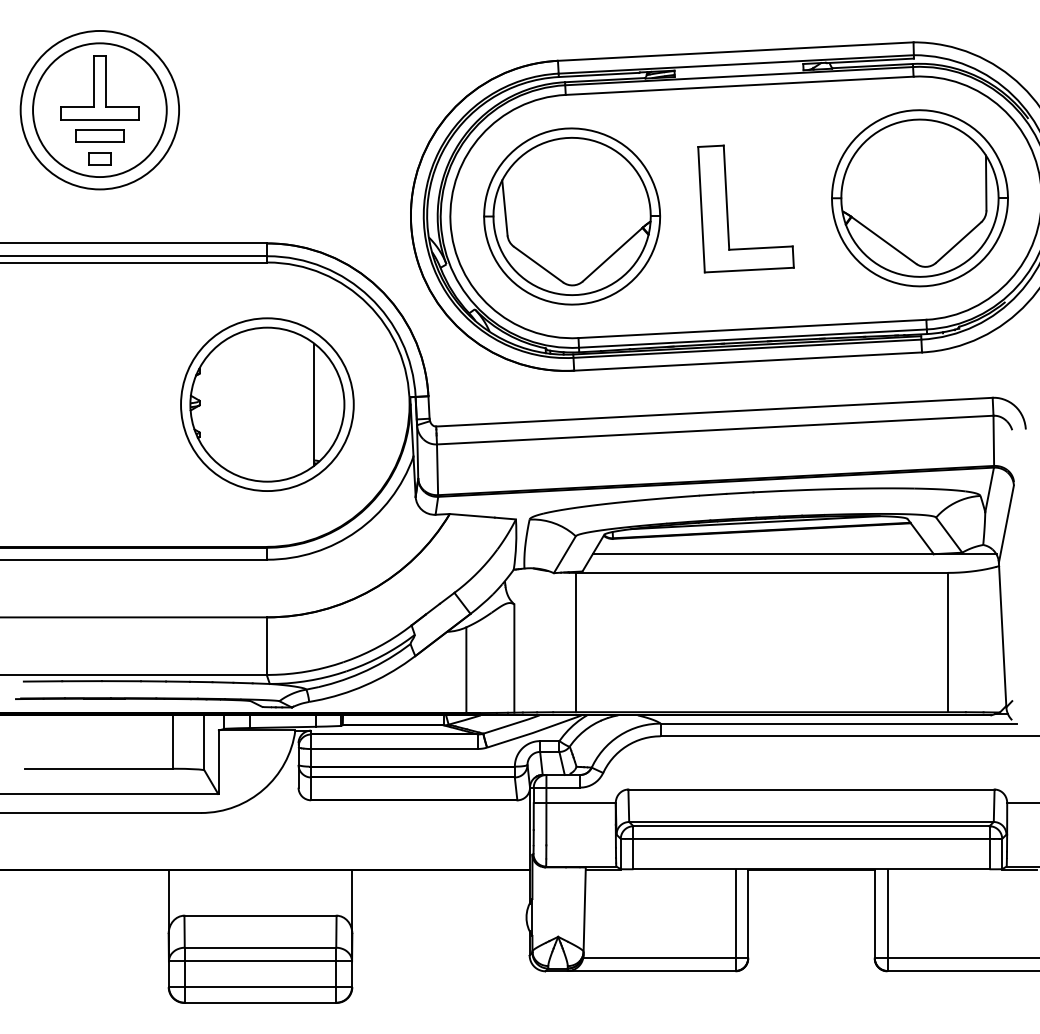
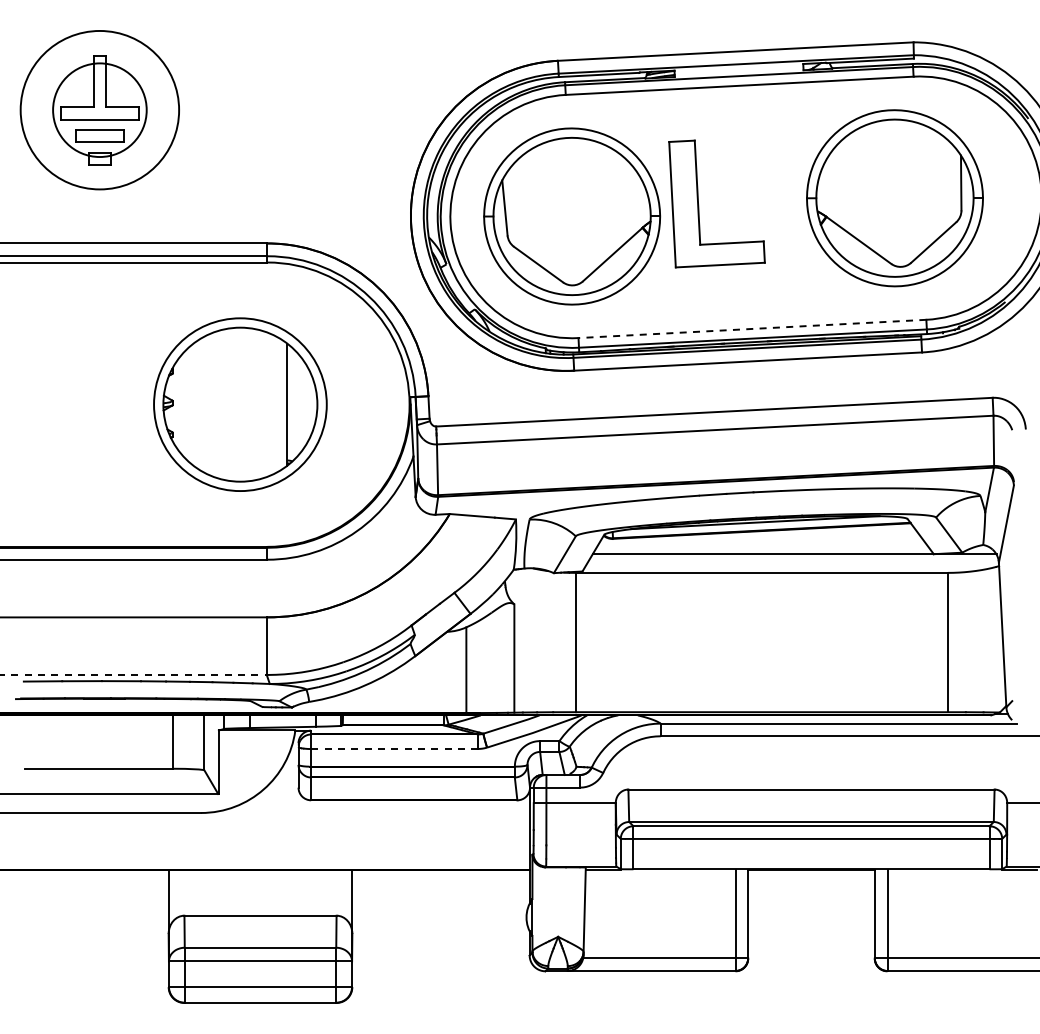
circle at (99, 110) diameter: 134 px -> 94 px
part at (919, 198) position: (919, 198) -> (894, 198)
part at (728, 210) position: (728, 210) -> (699, 205)
line at (751, 328): solid -> dashed
part at (267, 404) position: (267, 404) -> (240, 404)
line at (135, 674): solid -> dashed
line at (395, 748): solid -> dashed
